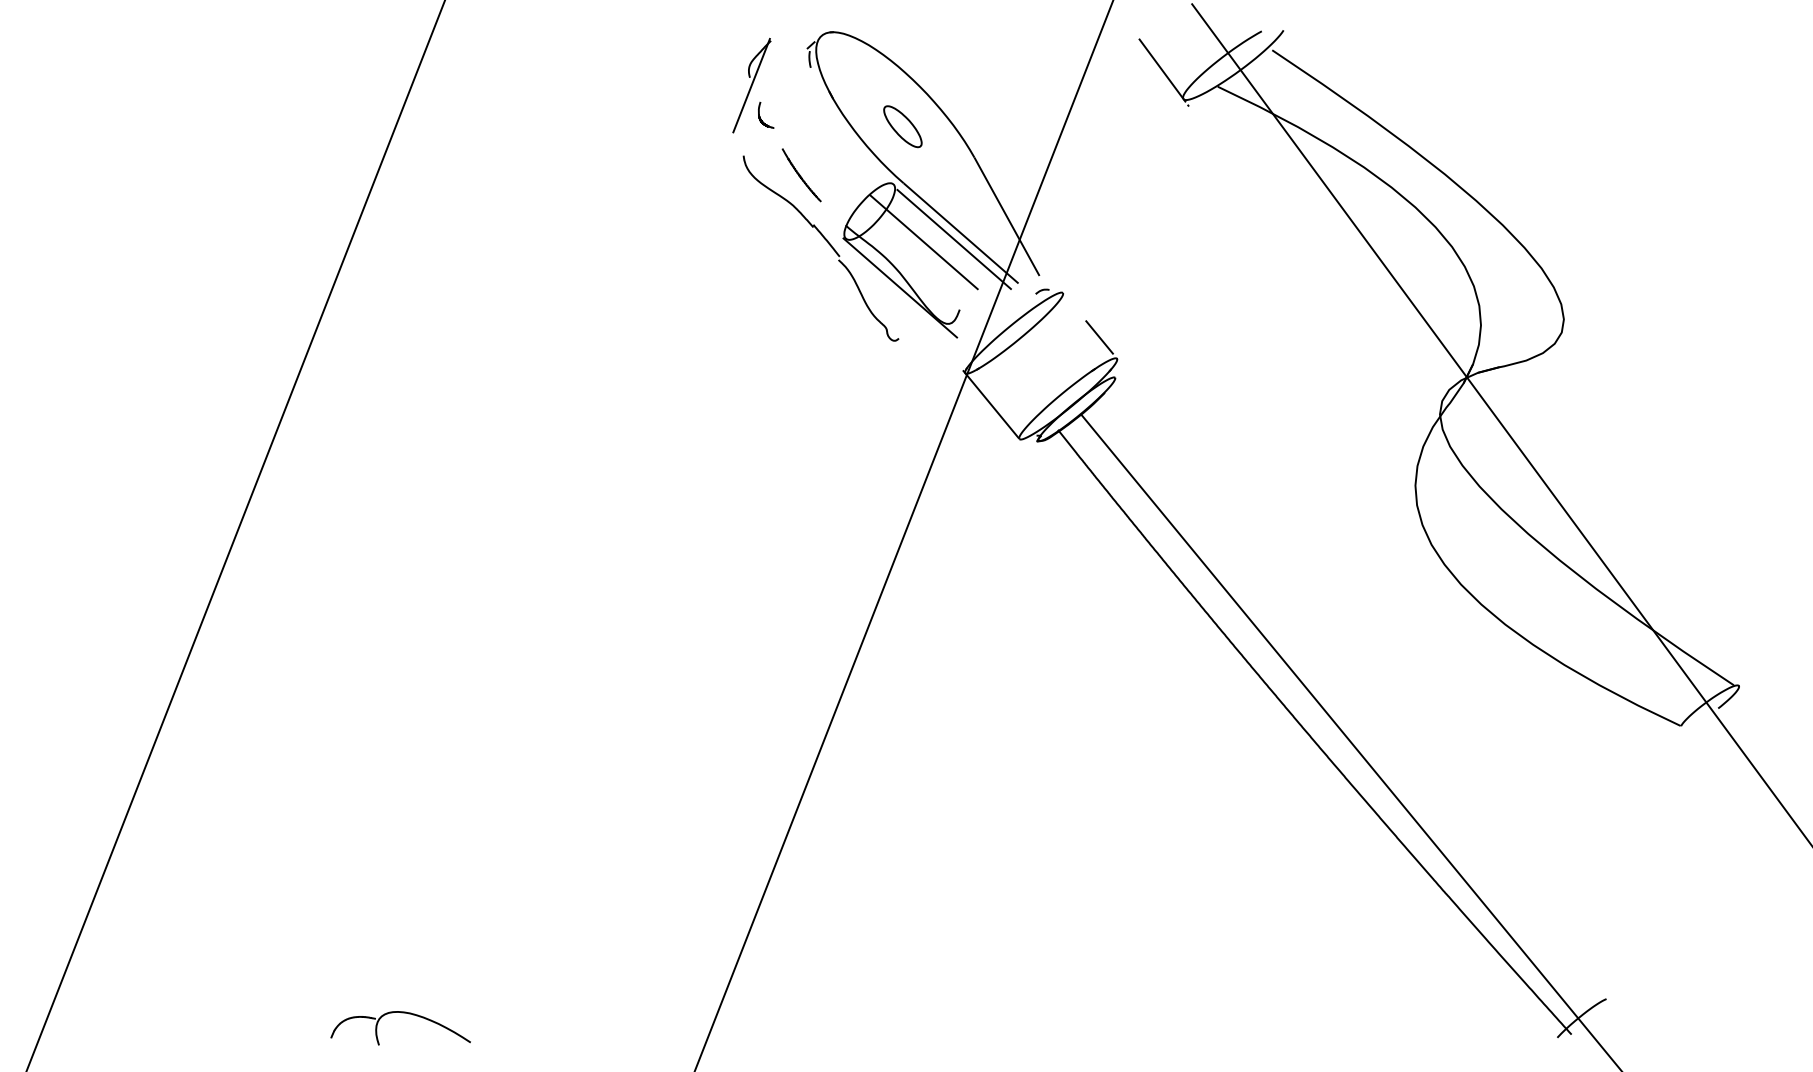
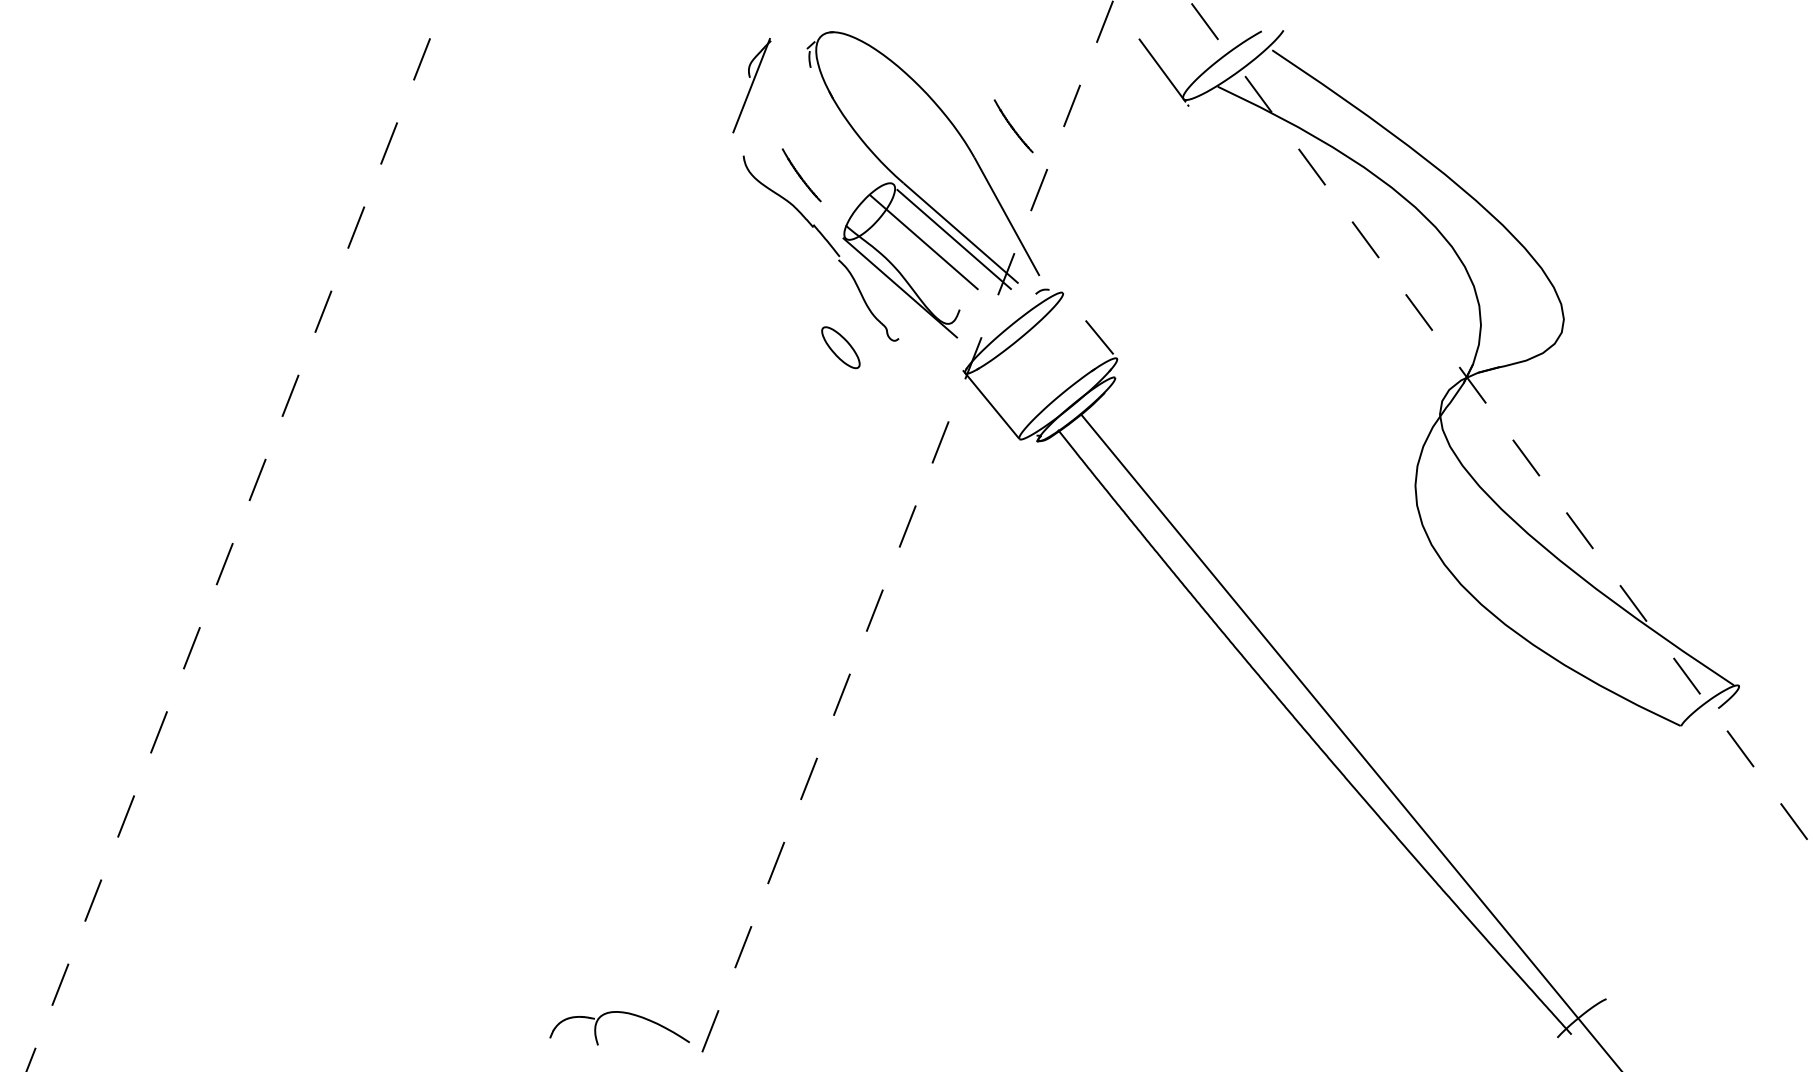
curve at (760, 116): present -> none
part at (902, 126) position: (902, 126) -> (840, 347)
curve at (1012, 126): none -> present
line at (1502, 425): solid -> dashed
line at (904, 535): solid -> dashed
line at (235, 536): solid -> dashed
part at (401, 1013) position: (401, 1013) -> (620, 1013)
